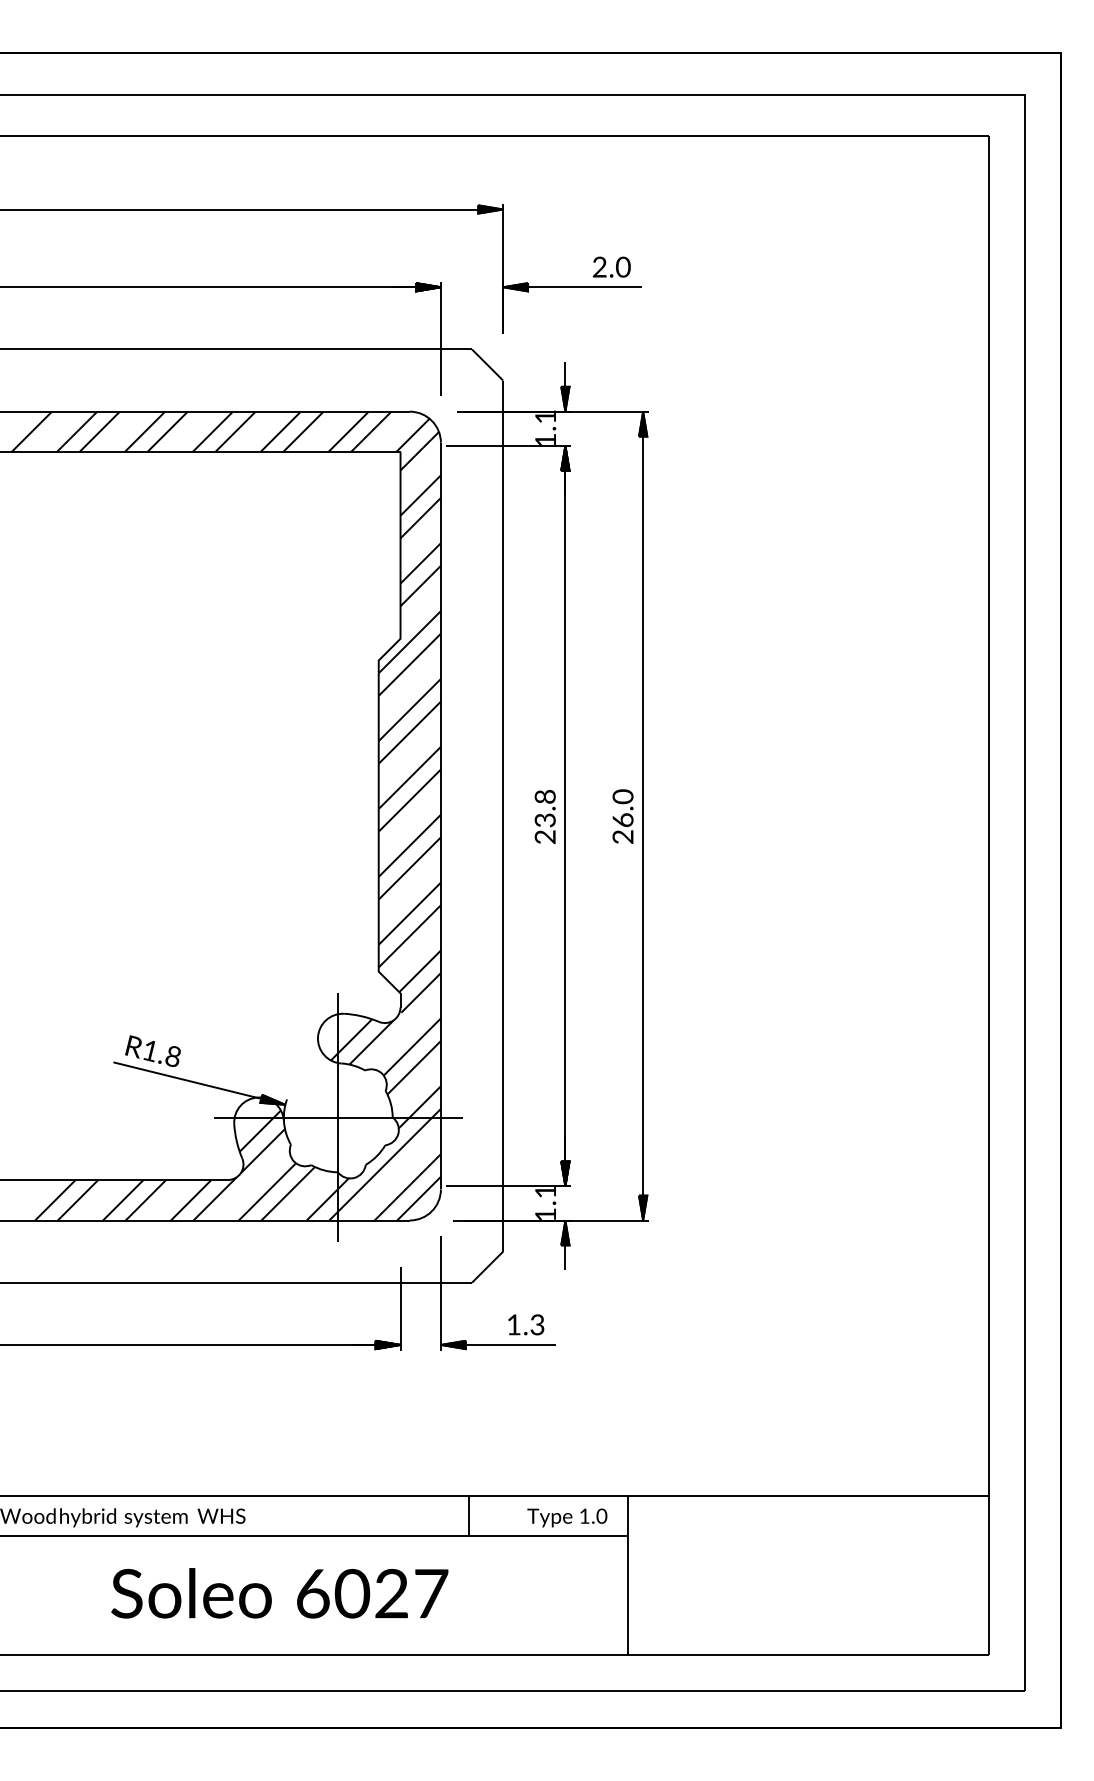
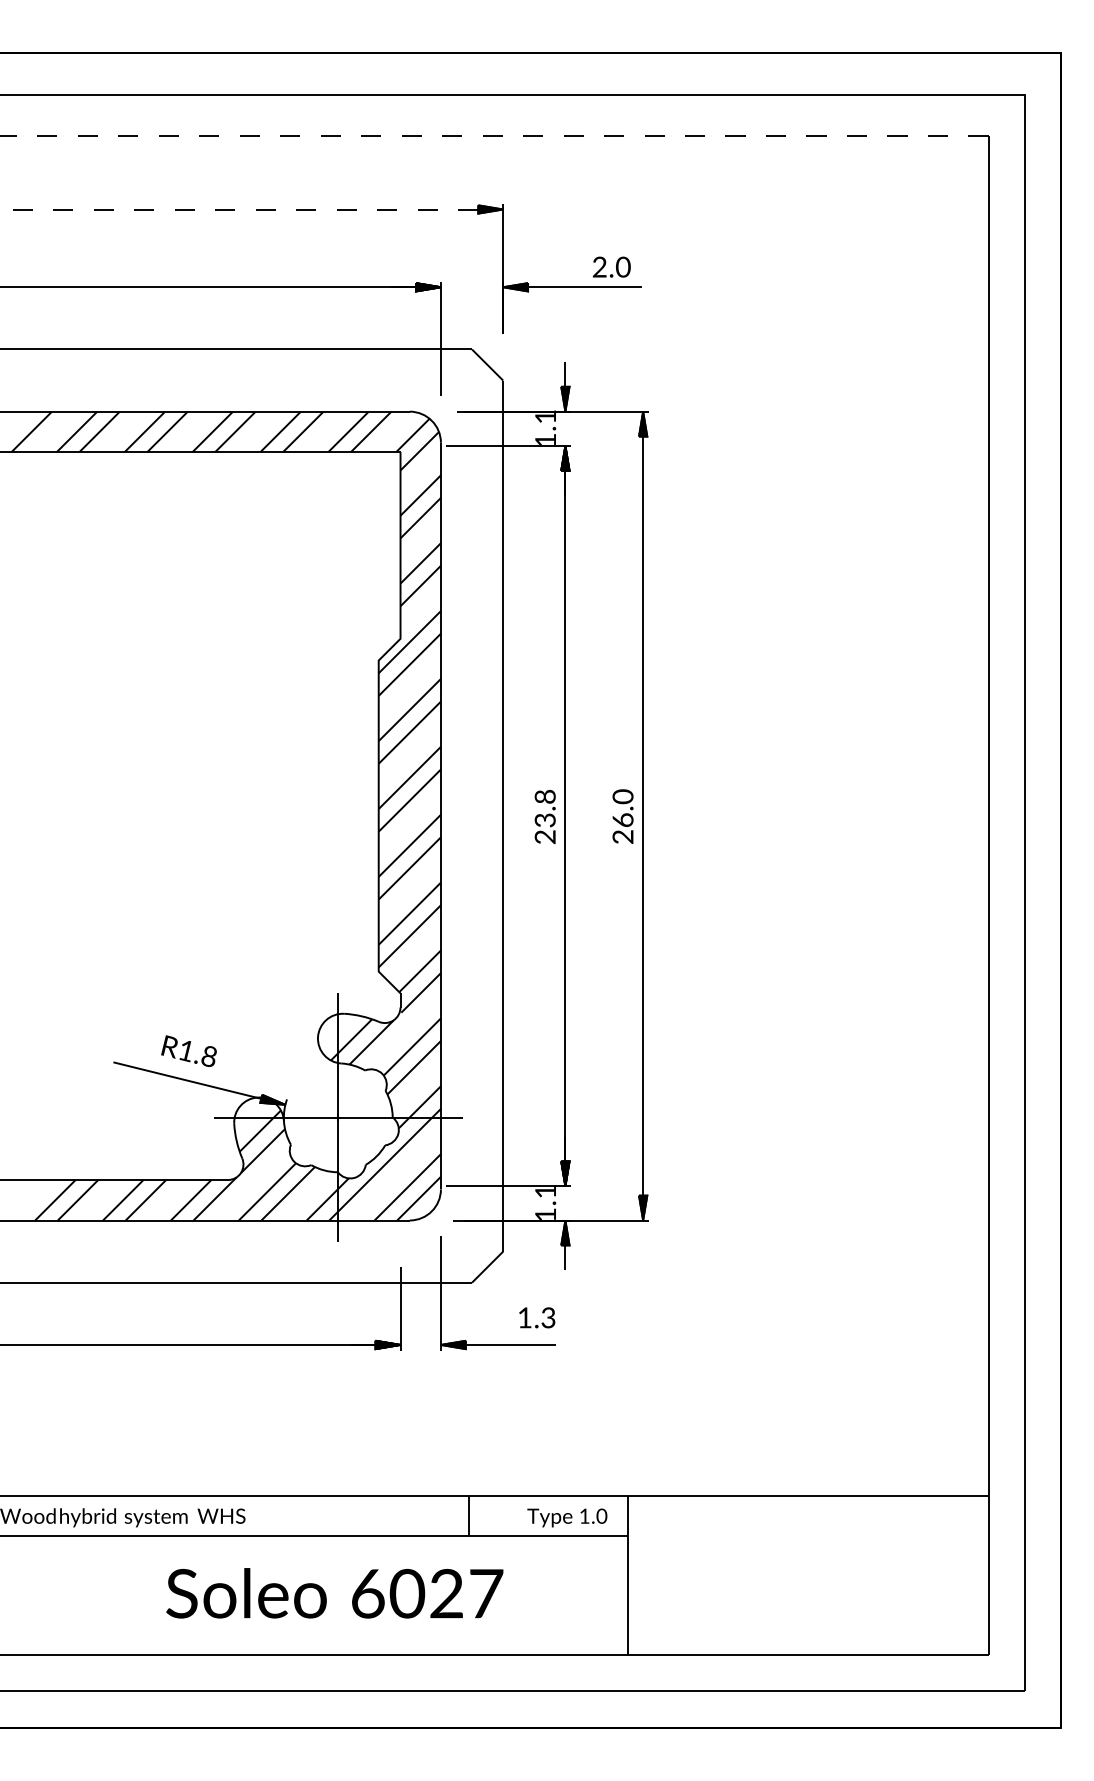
line at (494, 136): solid -> dashed
line at (239, 209): solid -> dashed
text at (152, 1050) position: (152, 1050) -> (188, 1050)
text at (526, 1324) position: (526, 1324) -> (537, 1317)
text at (279, 1593) position: (279, 1593) -> (334, 1593)
